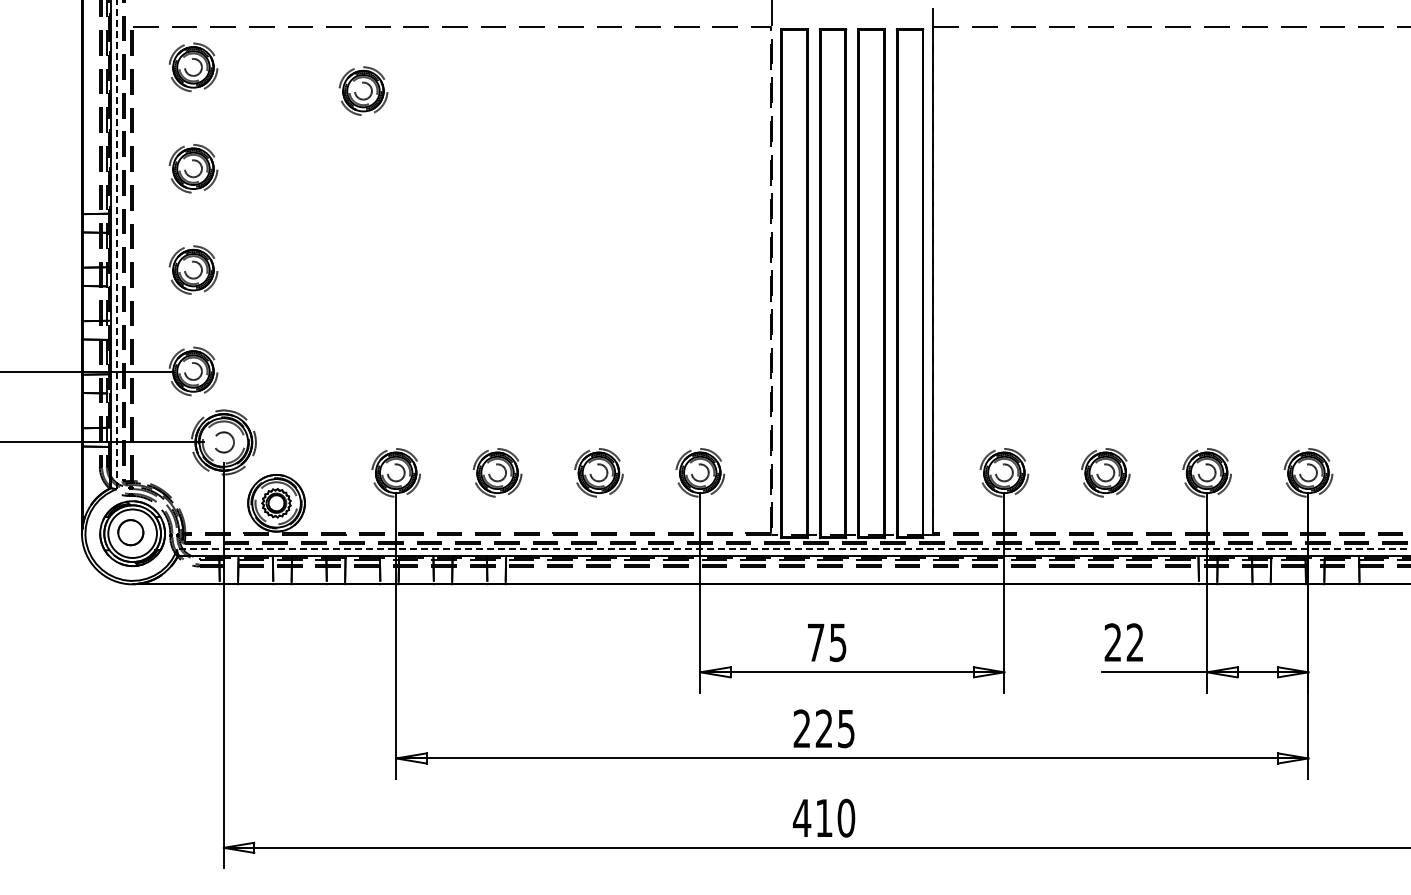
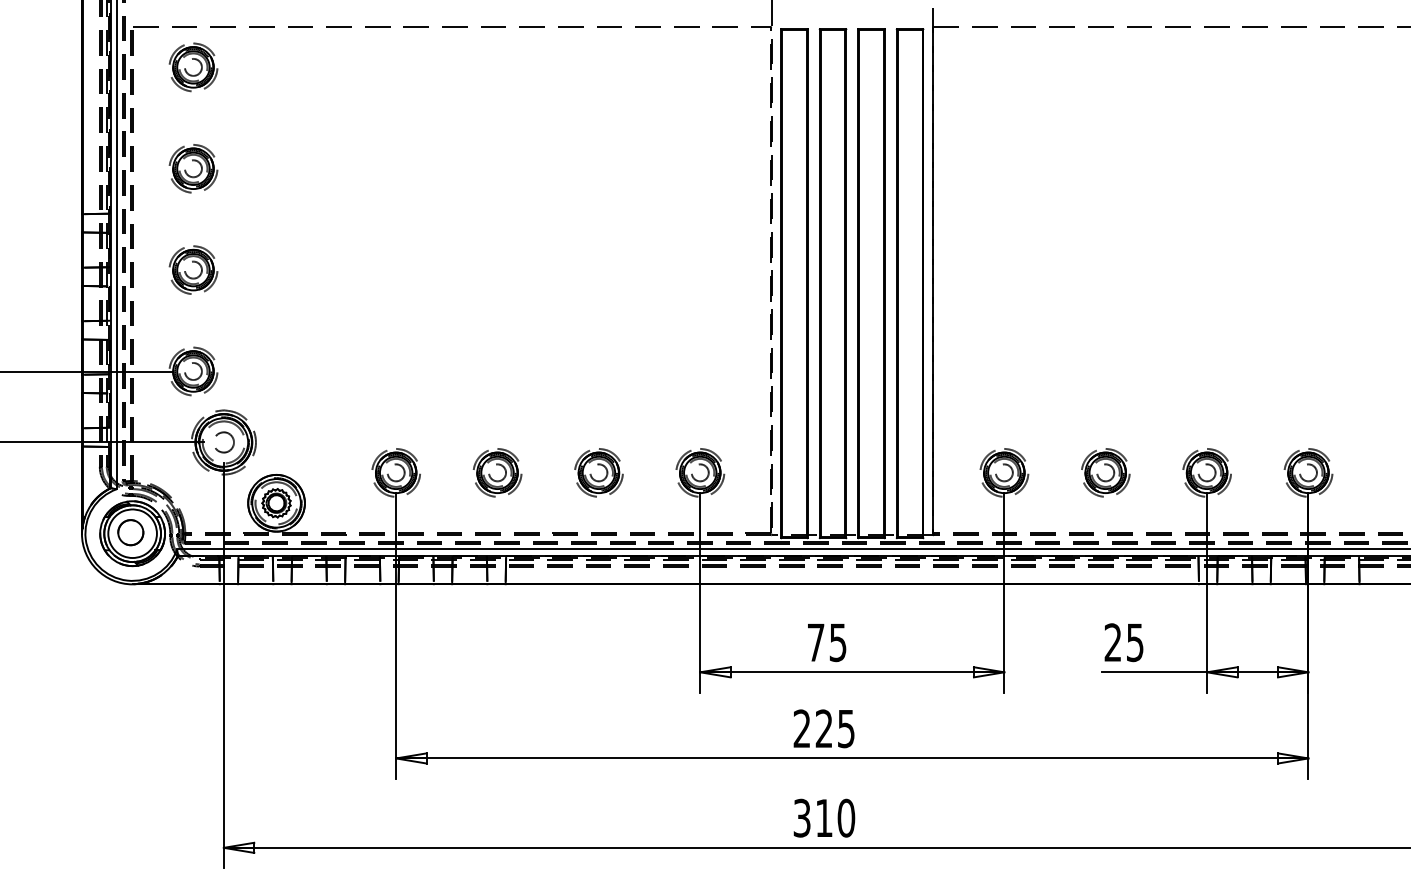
part at (363, 90): present -> none
line at (116, 244): dashed -> solid
line at (793, 549): dashed -> solid
text at (1134, 642): 22 -> 25
text at (801, 817): 410 -> 310
